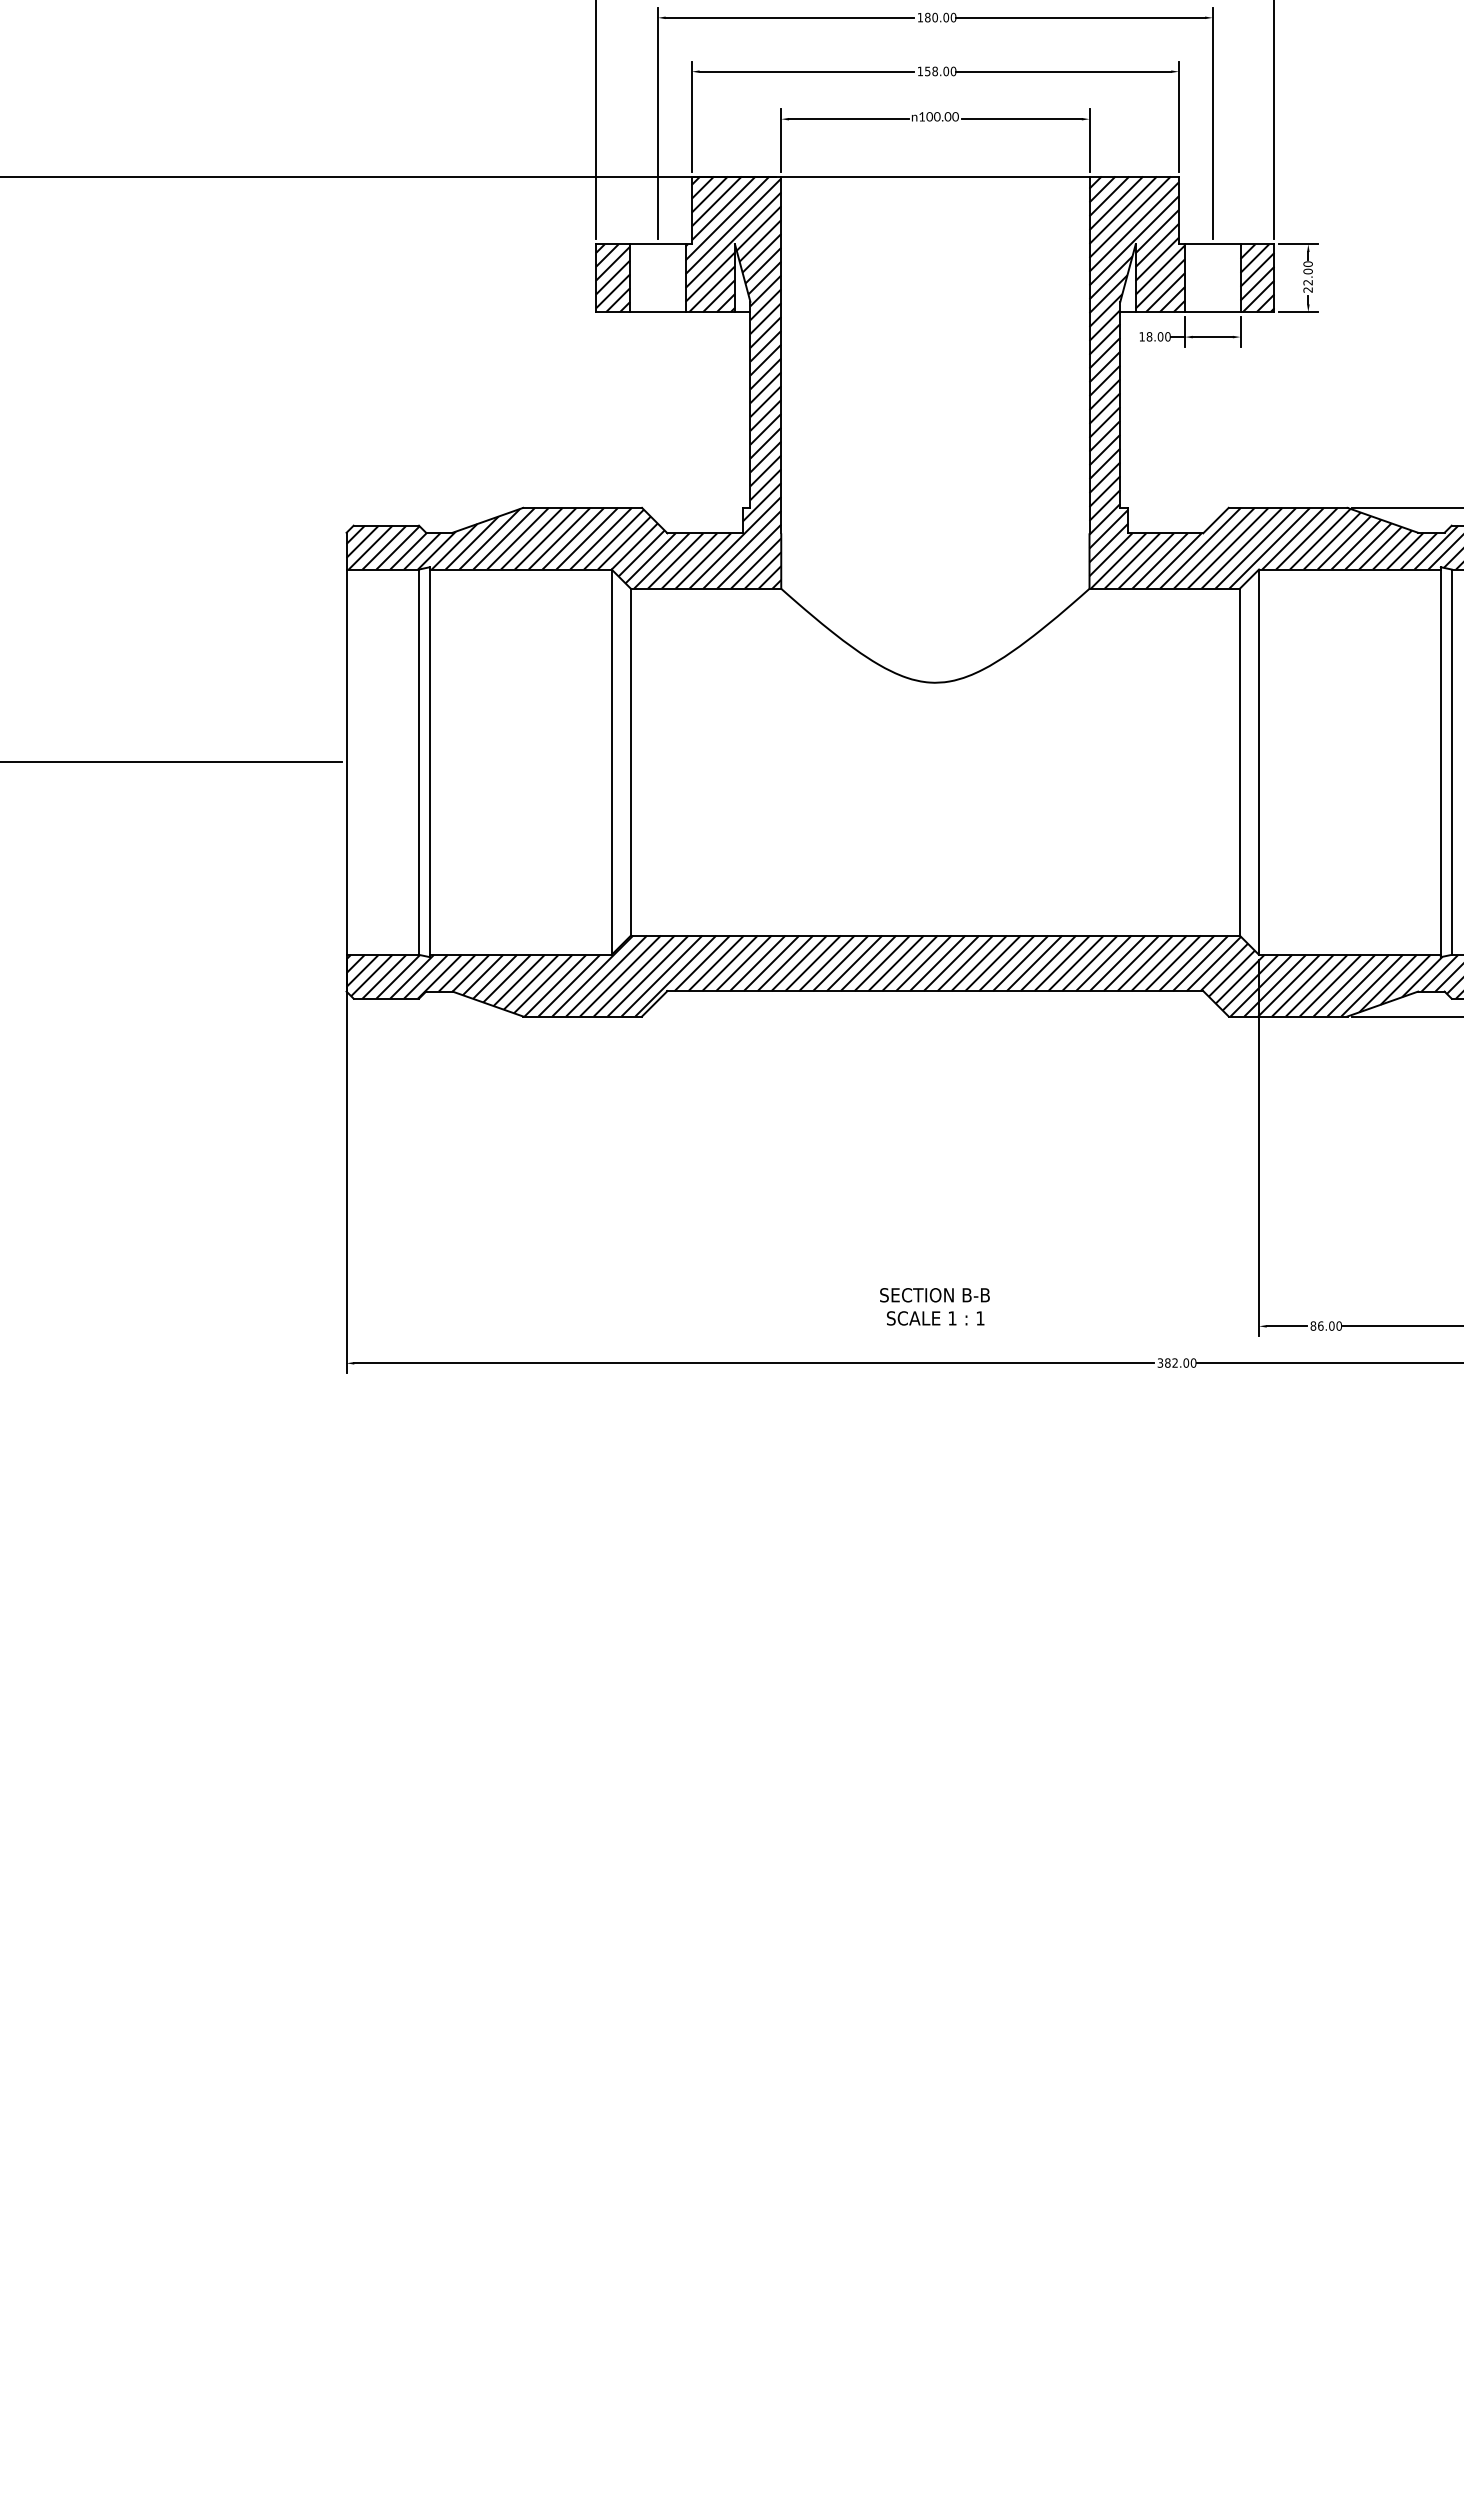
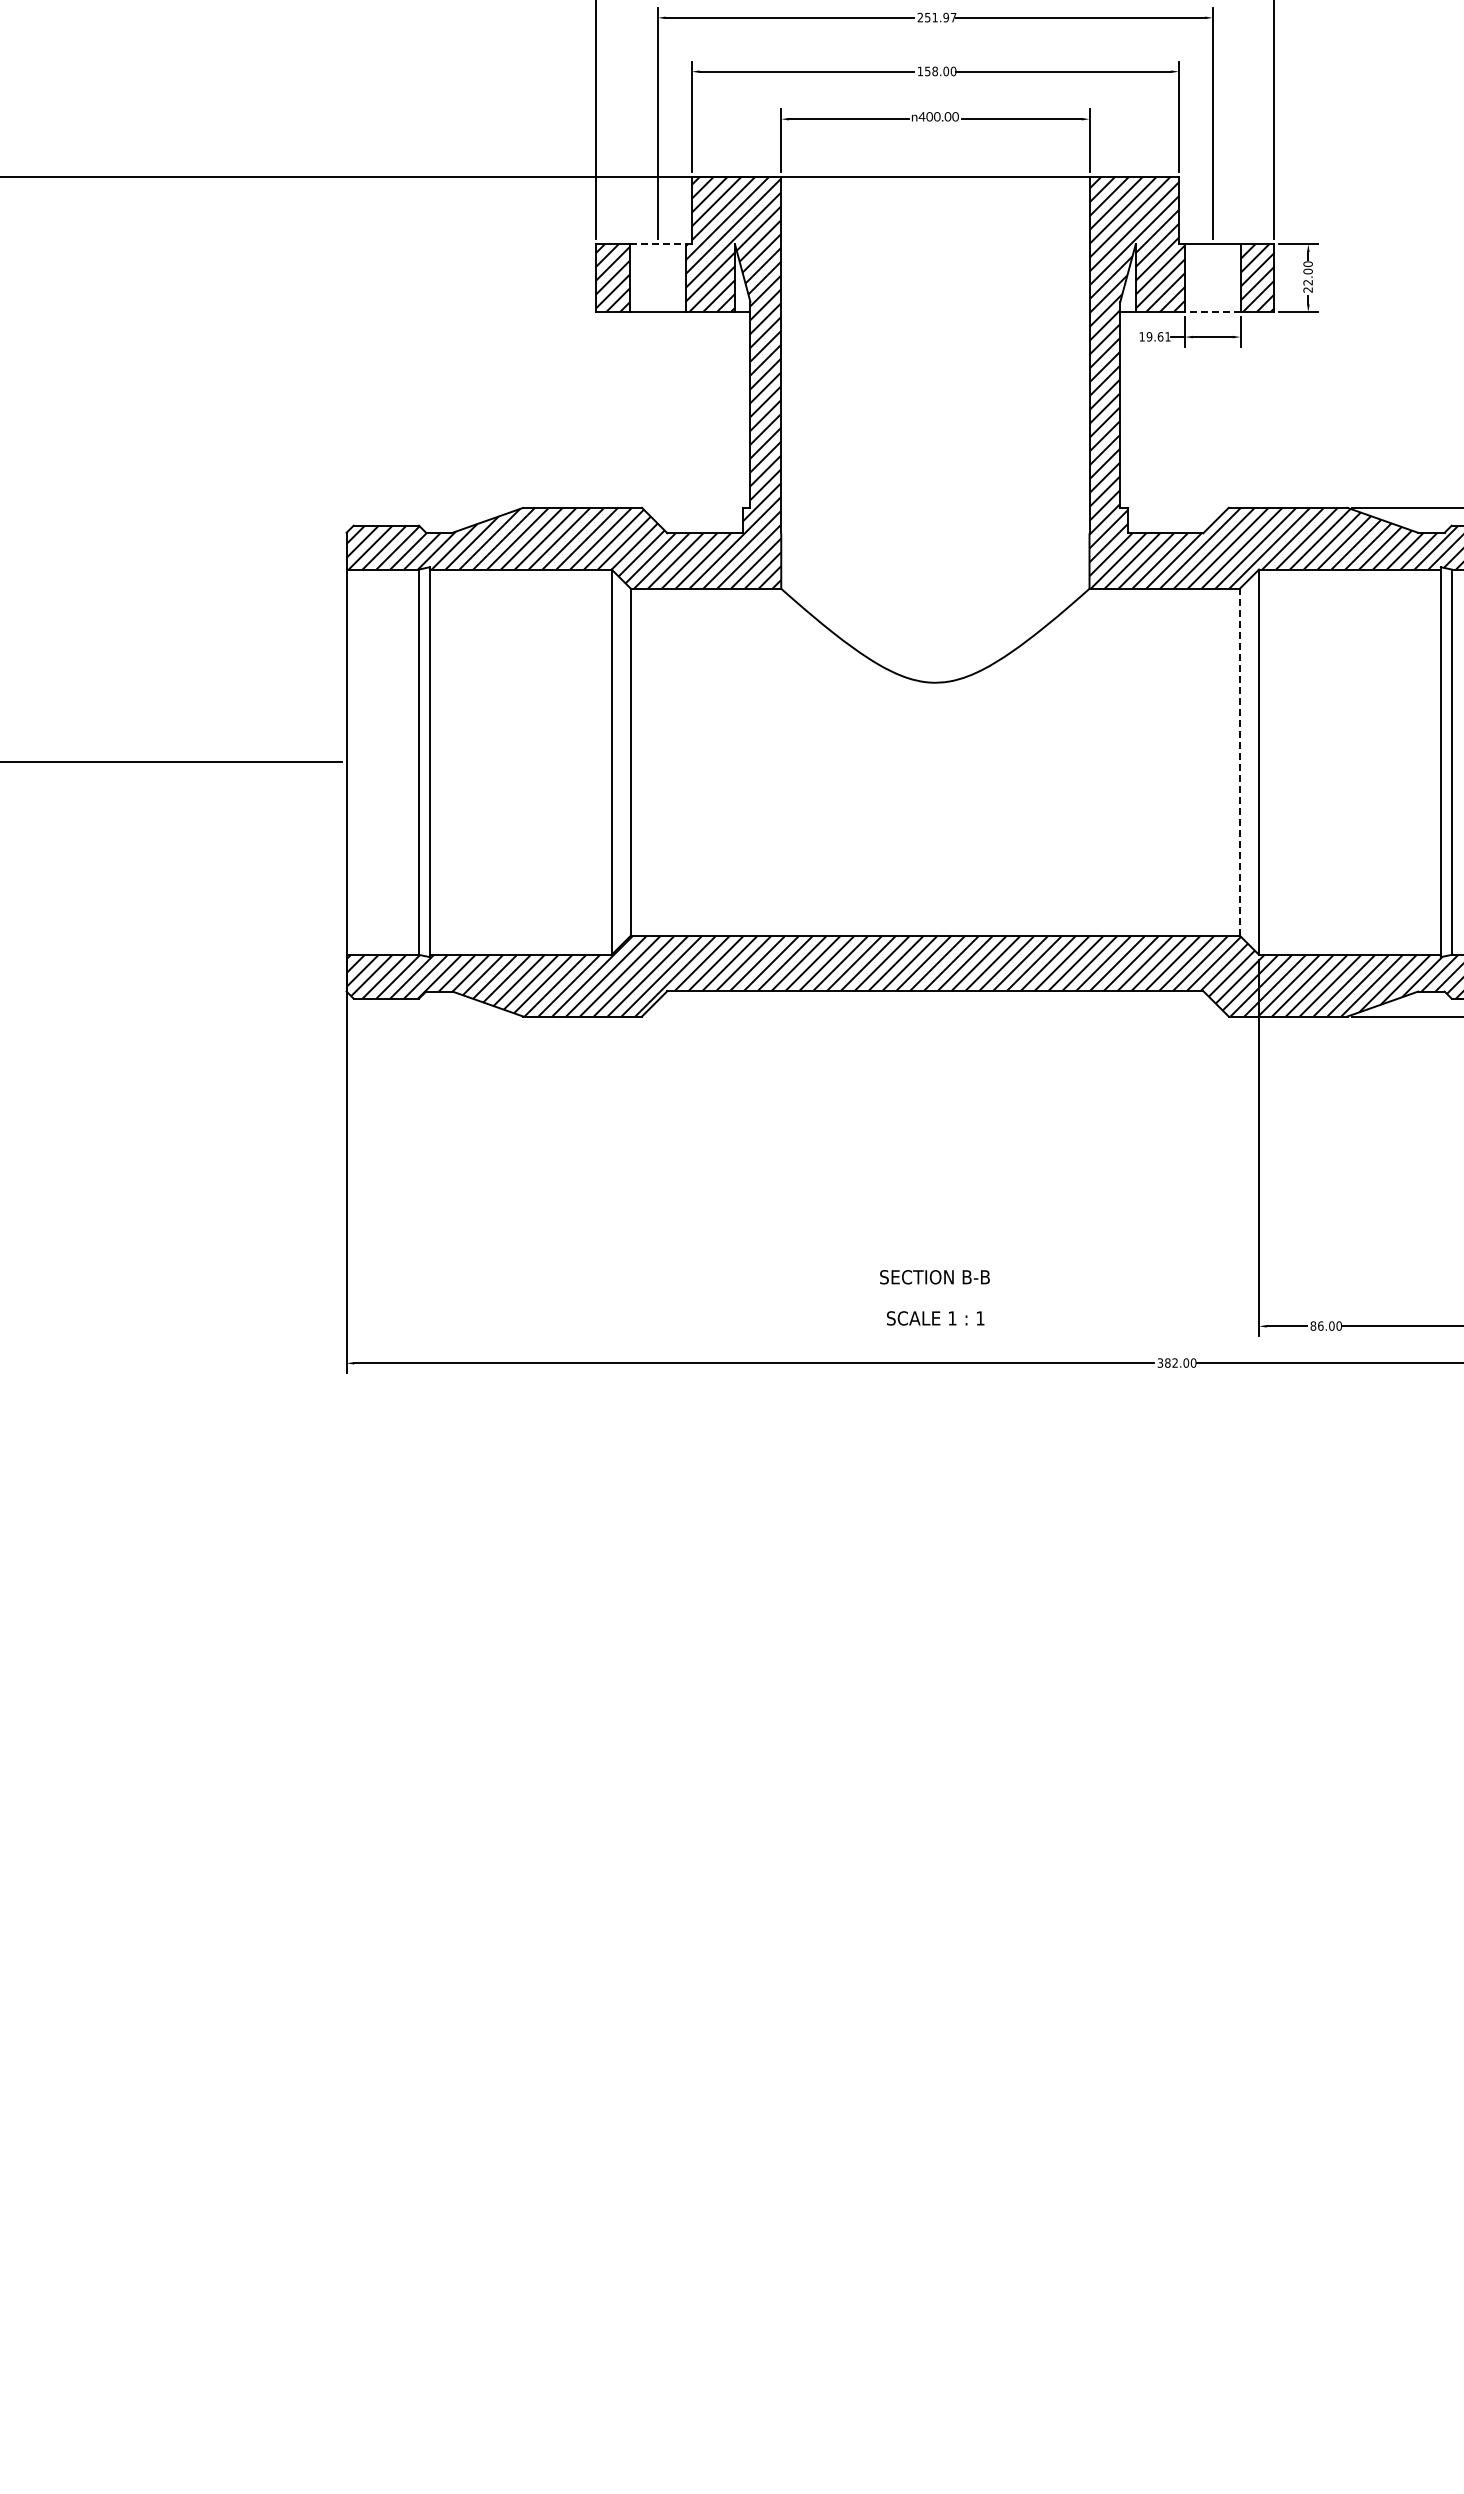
text at (936, 17): 180.00 -> 251.97
text at (921, 116): 100.00 -> 400.00
line at (657, 244): solid -> dashed
line at (1212, 312): solid -> dashed
text at (1158, 336): 18.00 -> 19.61
line at (1239, 761): solid -> dashed
text at (934, 1295) position: (934, 1295) -> (934, 1277)
